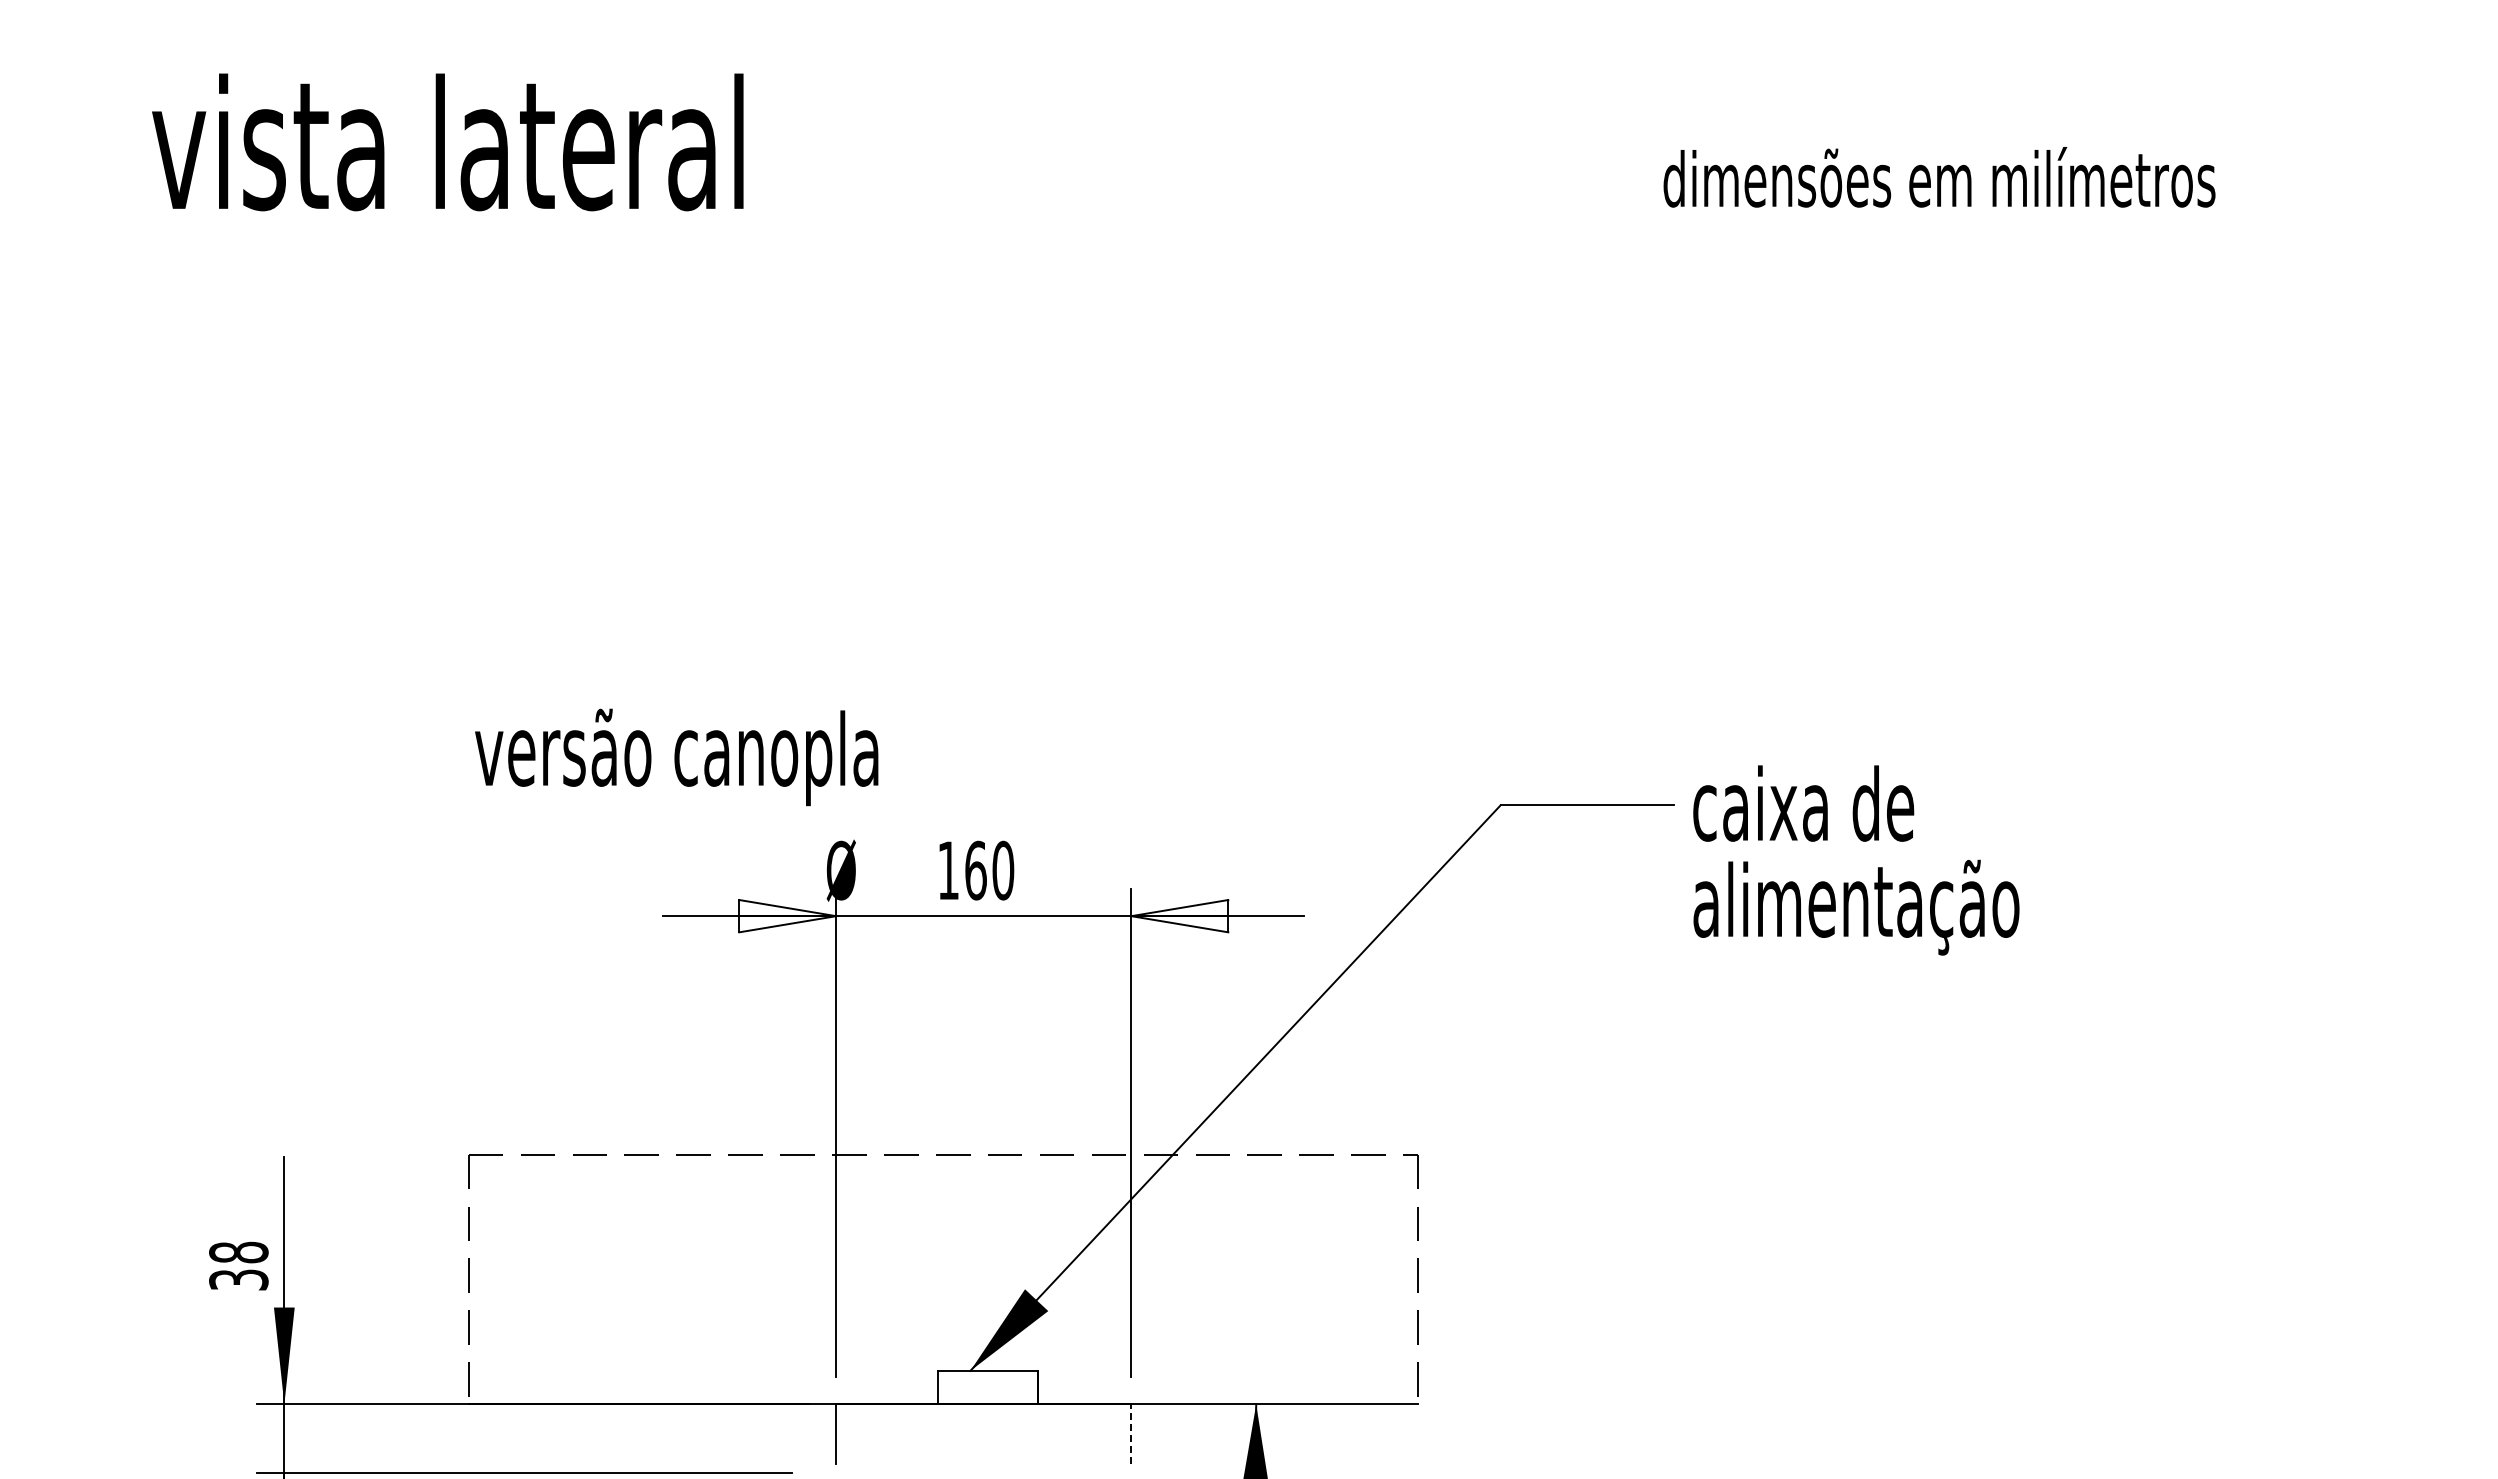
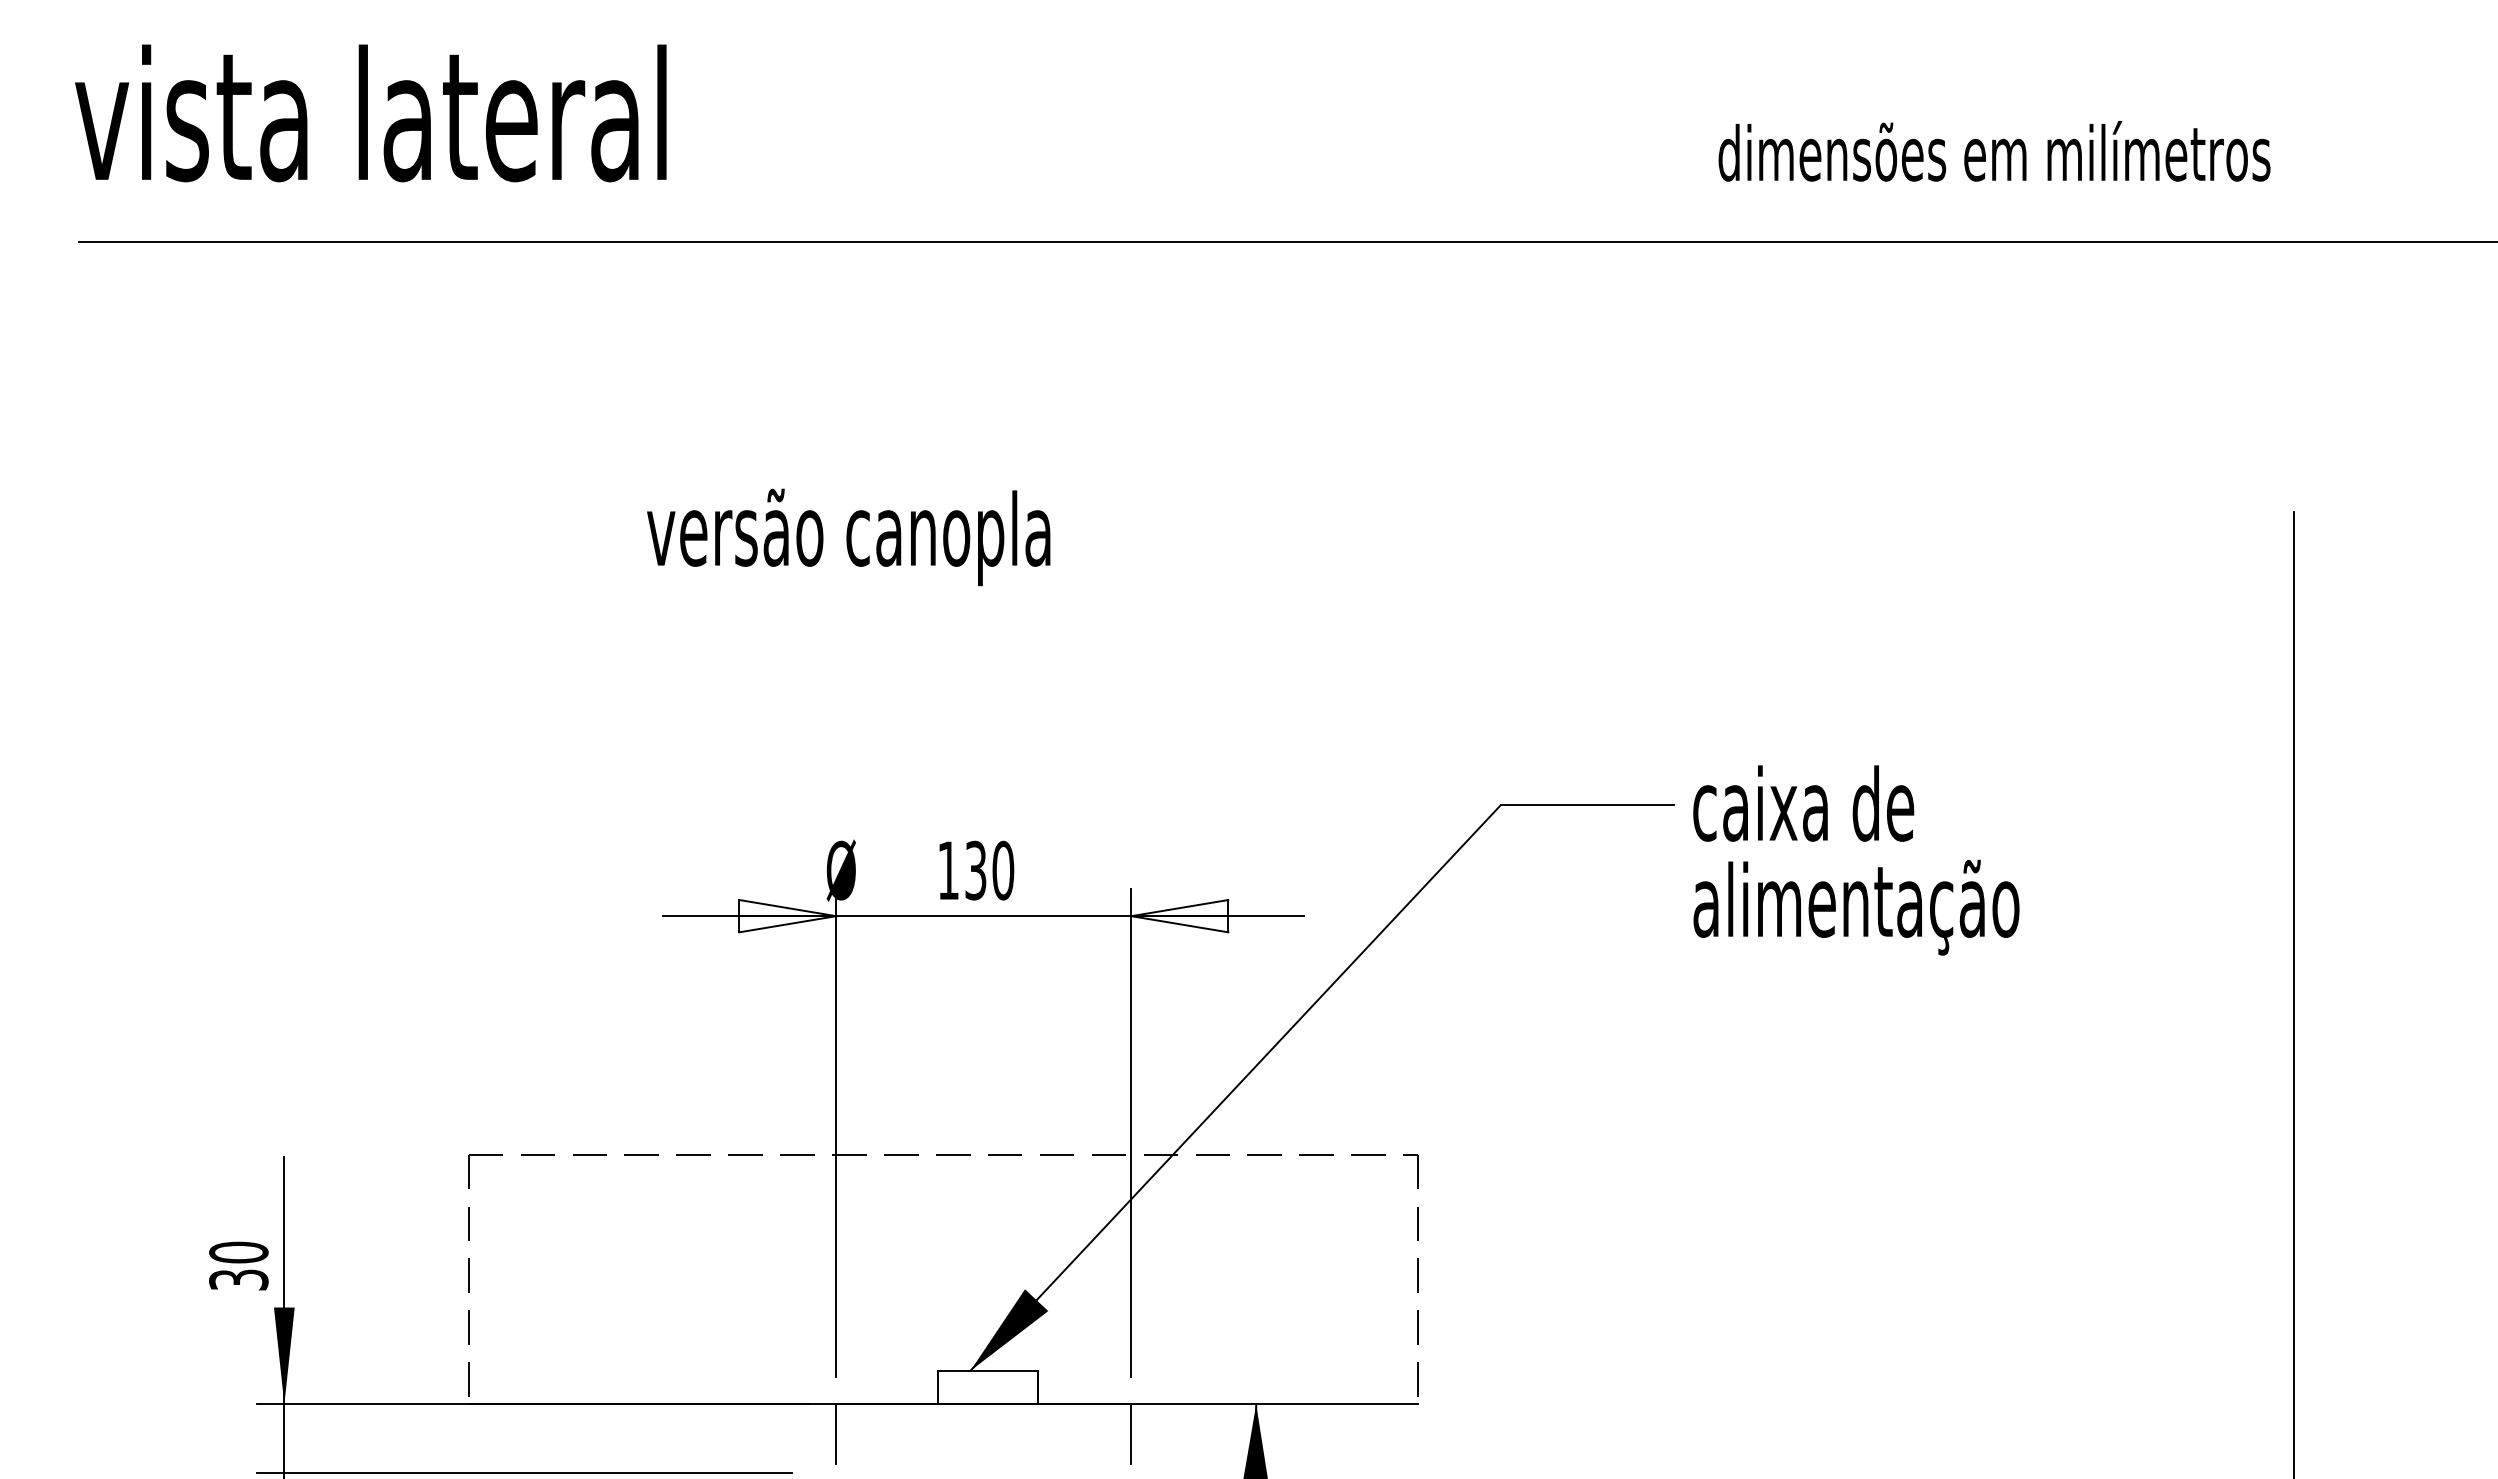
text at (447, 142) position: (447, 142) -> (370, 113)
text at (1939, 177) position: (1939, 177) -> (1994, 151)
line at (1286, 241): none -> present
text at (676, 757) position: (676, 757) -> (848, 537)
text at (975, 870): 160 -> 130
line at (2294, 993): none -> present
text at (238, 1252): 38 -> 30
line at (1131, 1434): dashed -> solid
